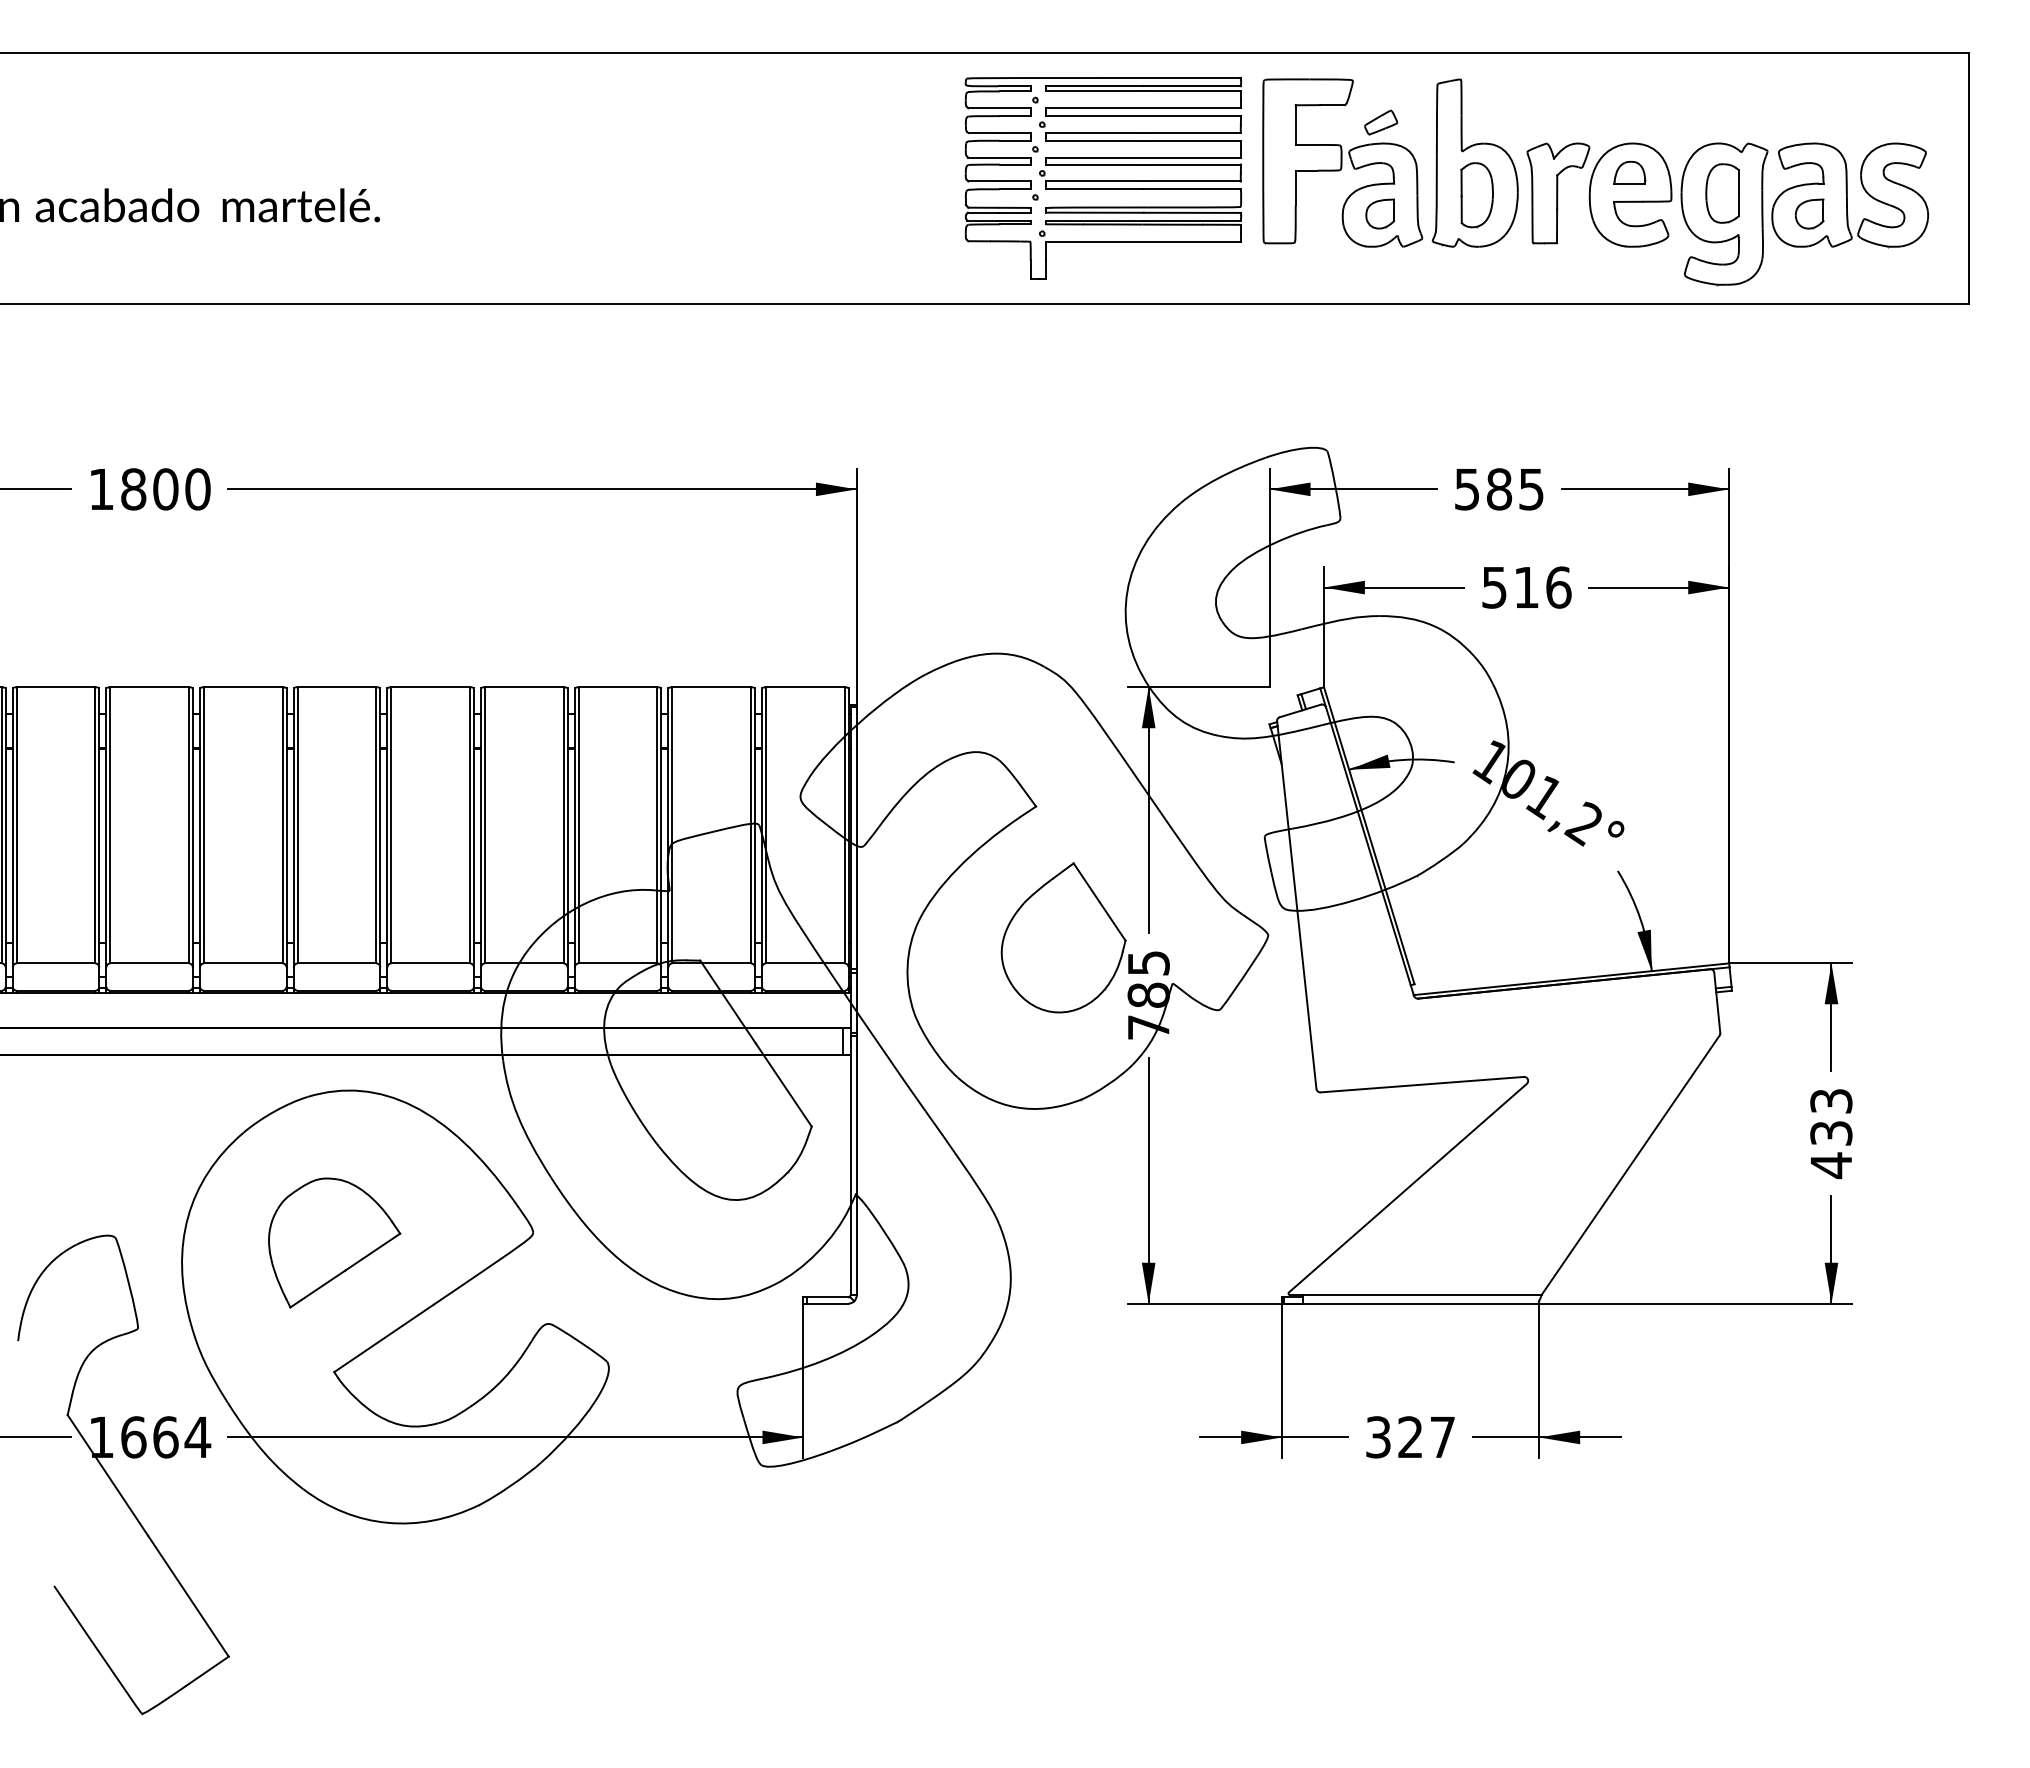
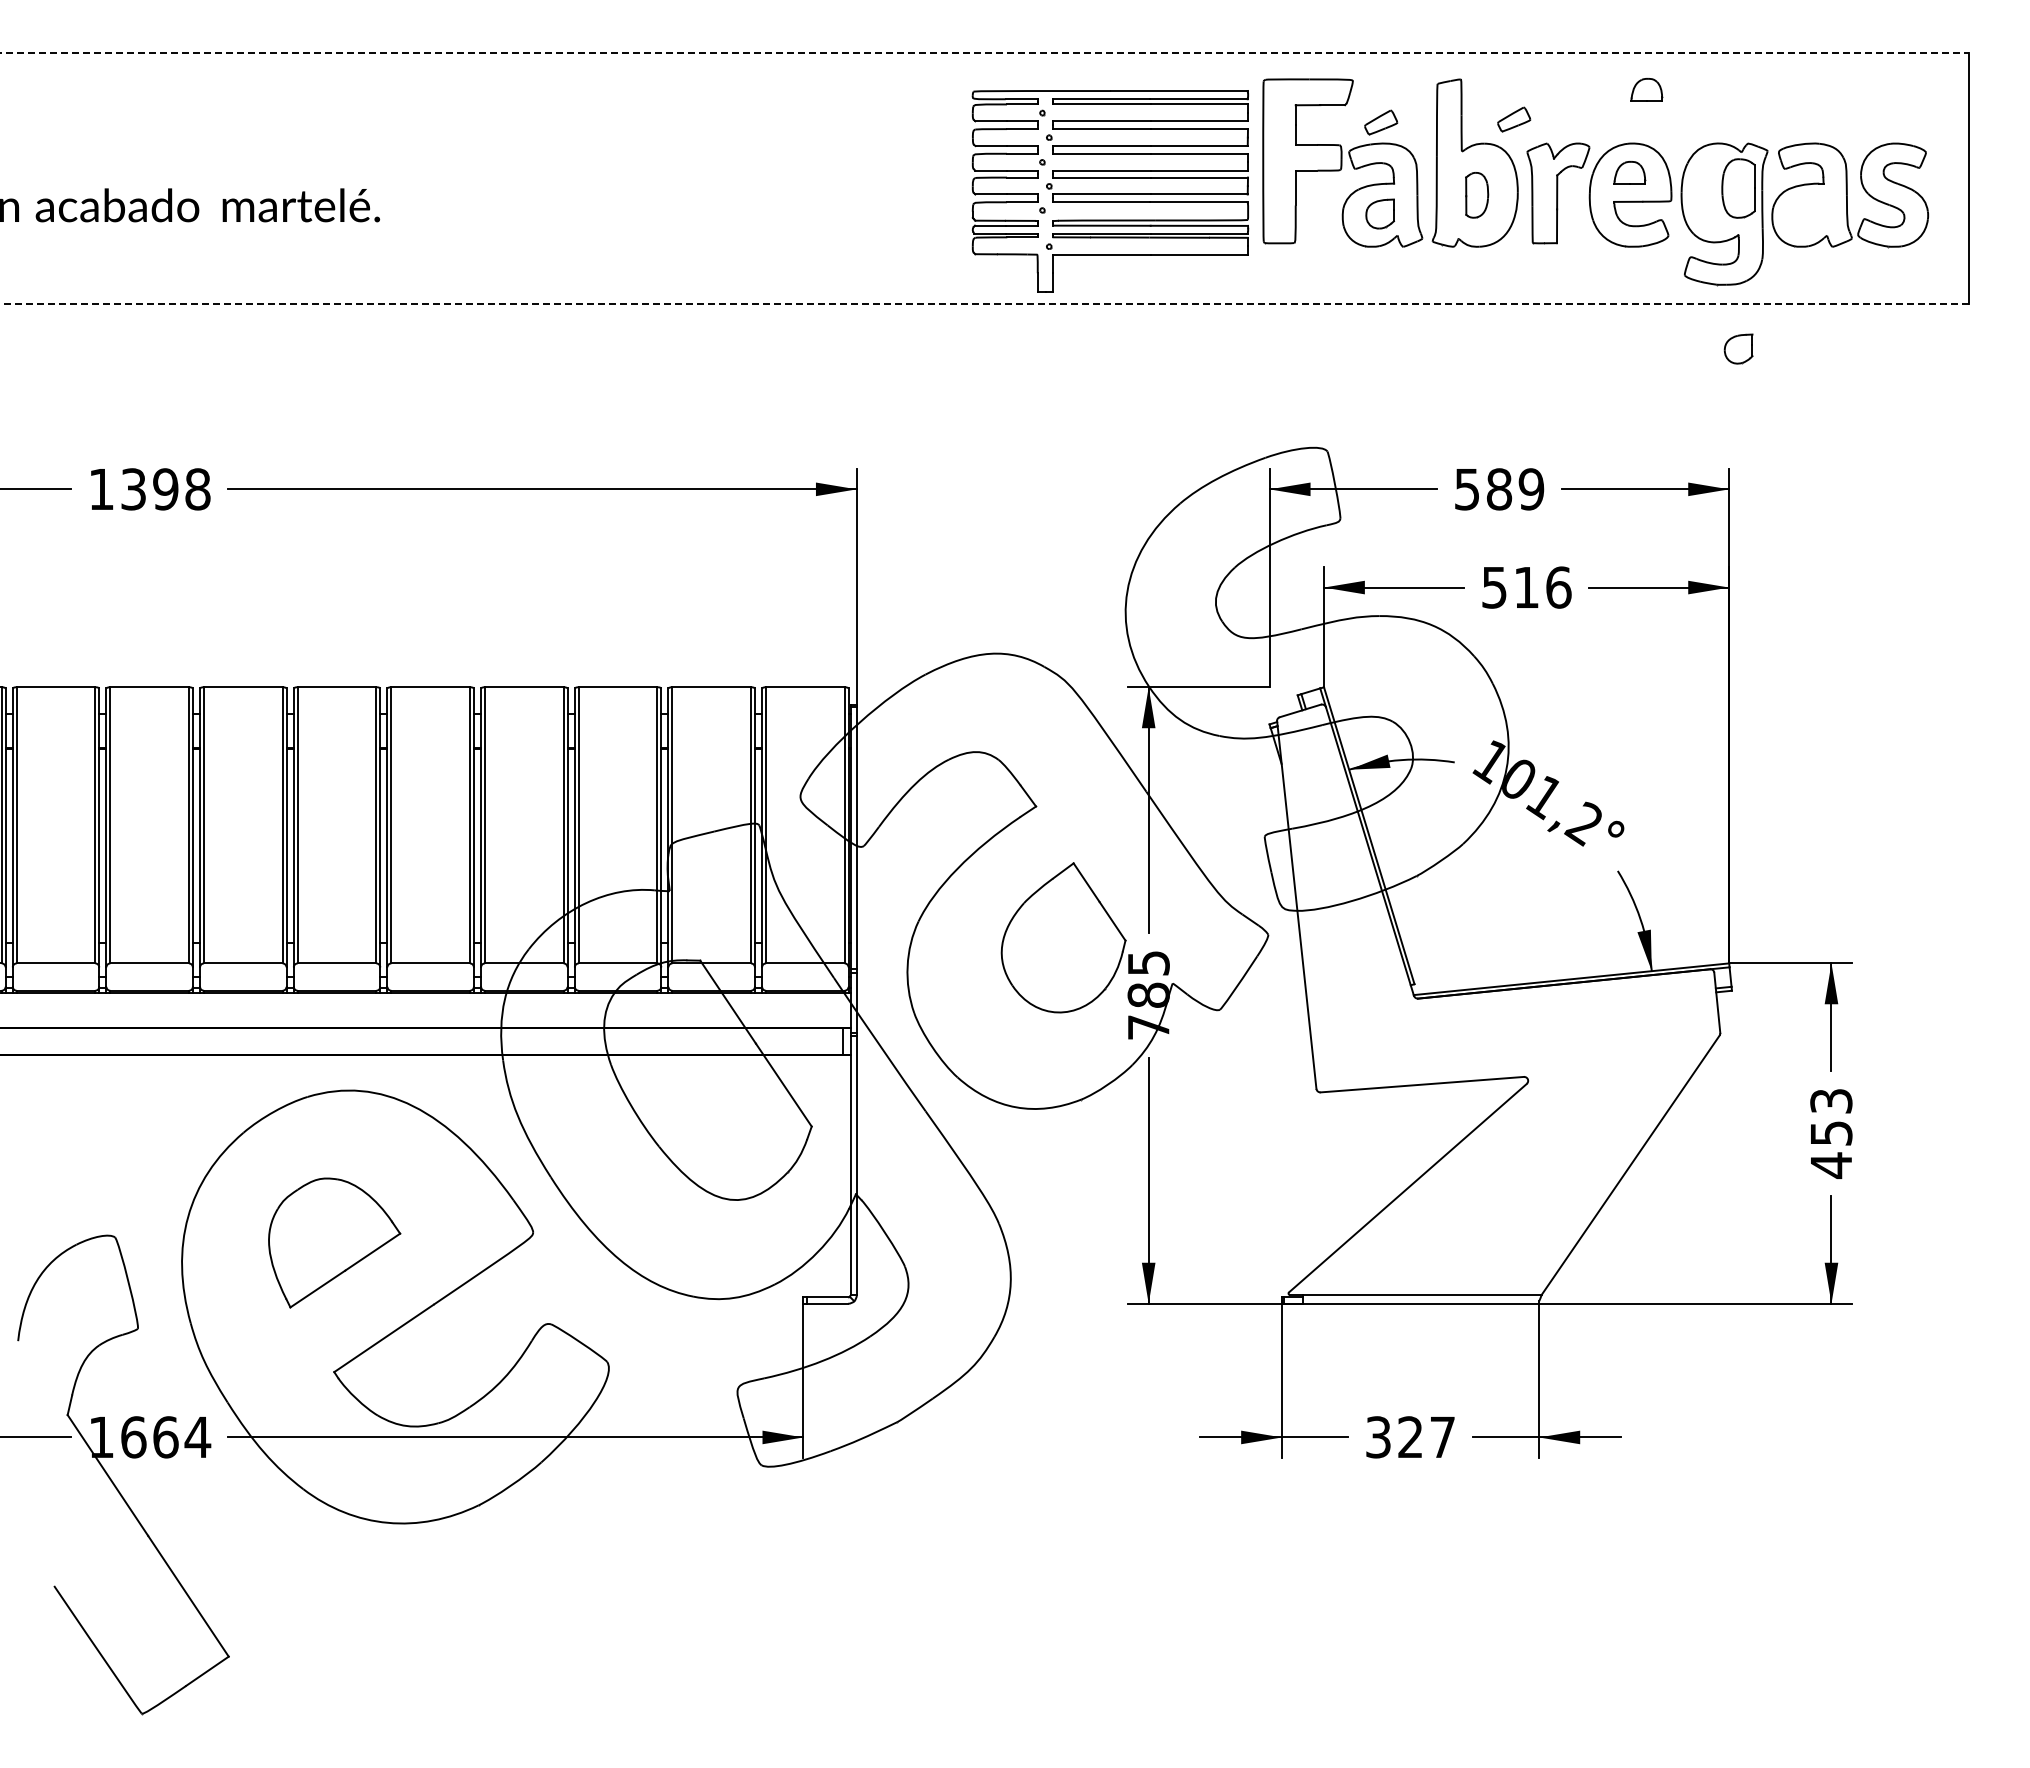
line at (985, 53): solid -> dashed
part at (1646, 89): none -> present
part at (1514, 119): none -> present
part at (1103, 178) position: (1103, 178) -> (1110, 191)
part at (1722, 193) position: (1722, 193) -> (1738, 188)
part at (1476, 195) size: 34x67 px -> 25x47 px
part at (1809, 213) position: (1809, 213) -> (1738, 348)
line at (984, 303): solid -> dashed
text at (165, 489): 1800 -> 1398
text at (1531, 489): 585 -> 589
text at (1830, 1132): 433 -> 453
